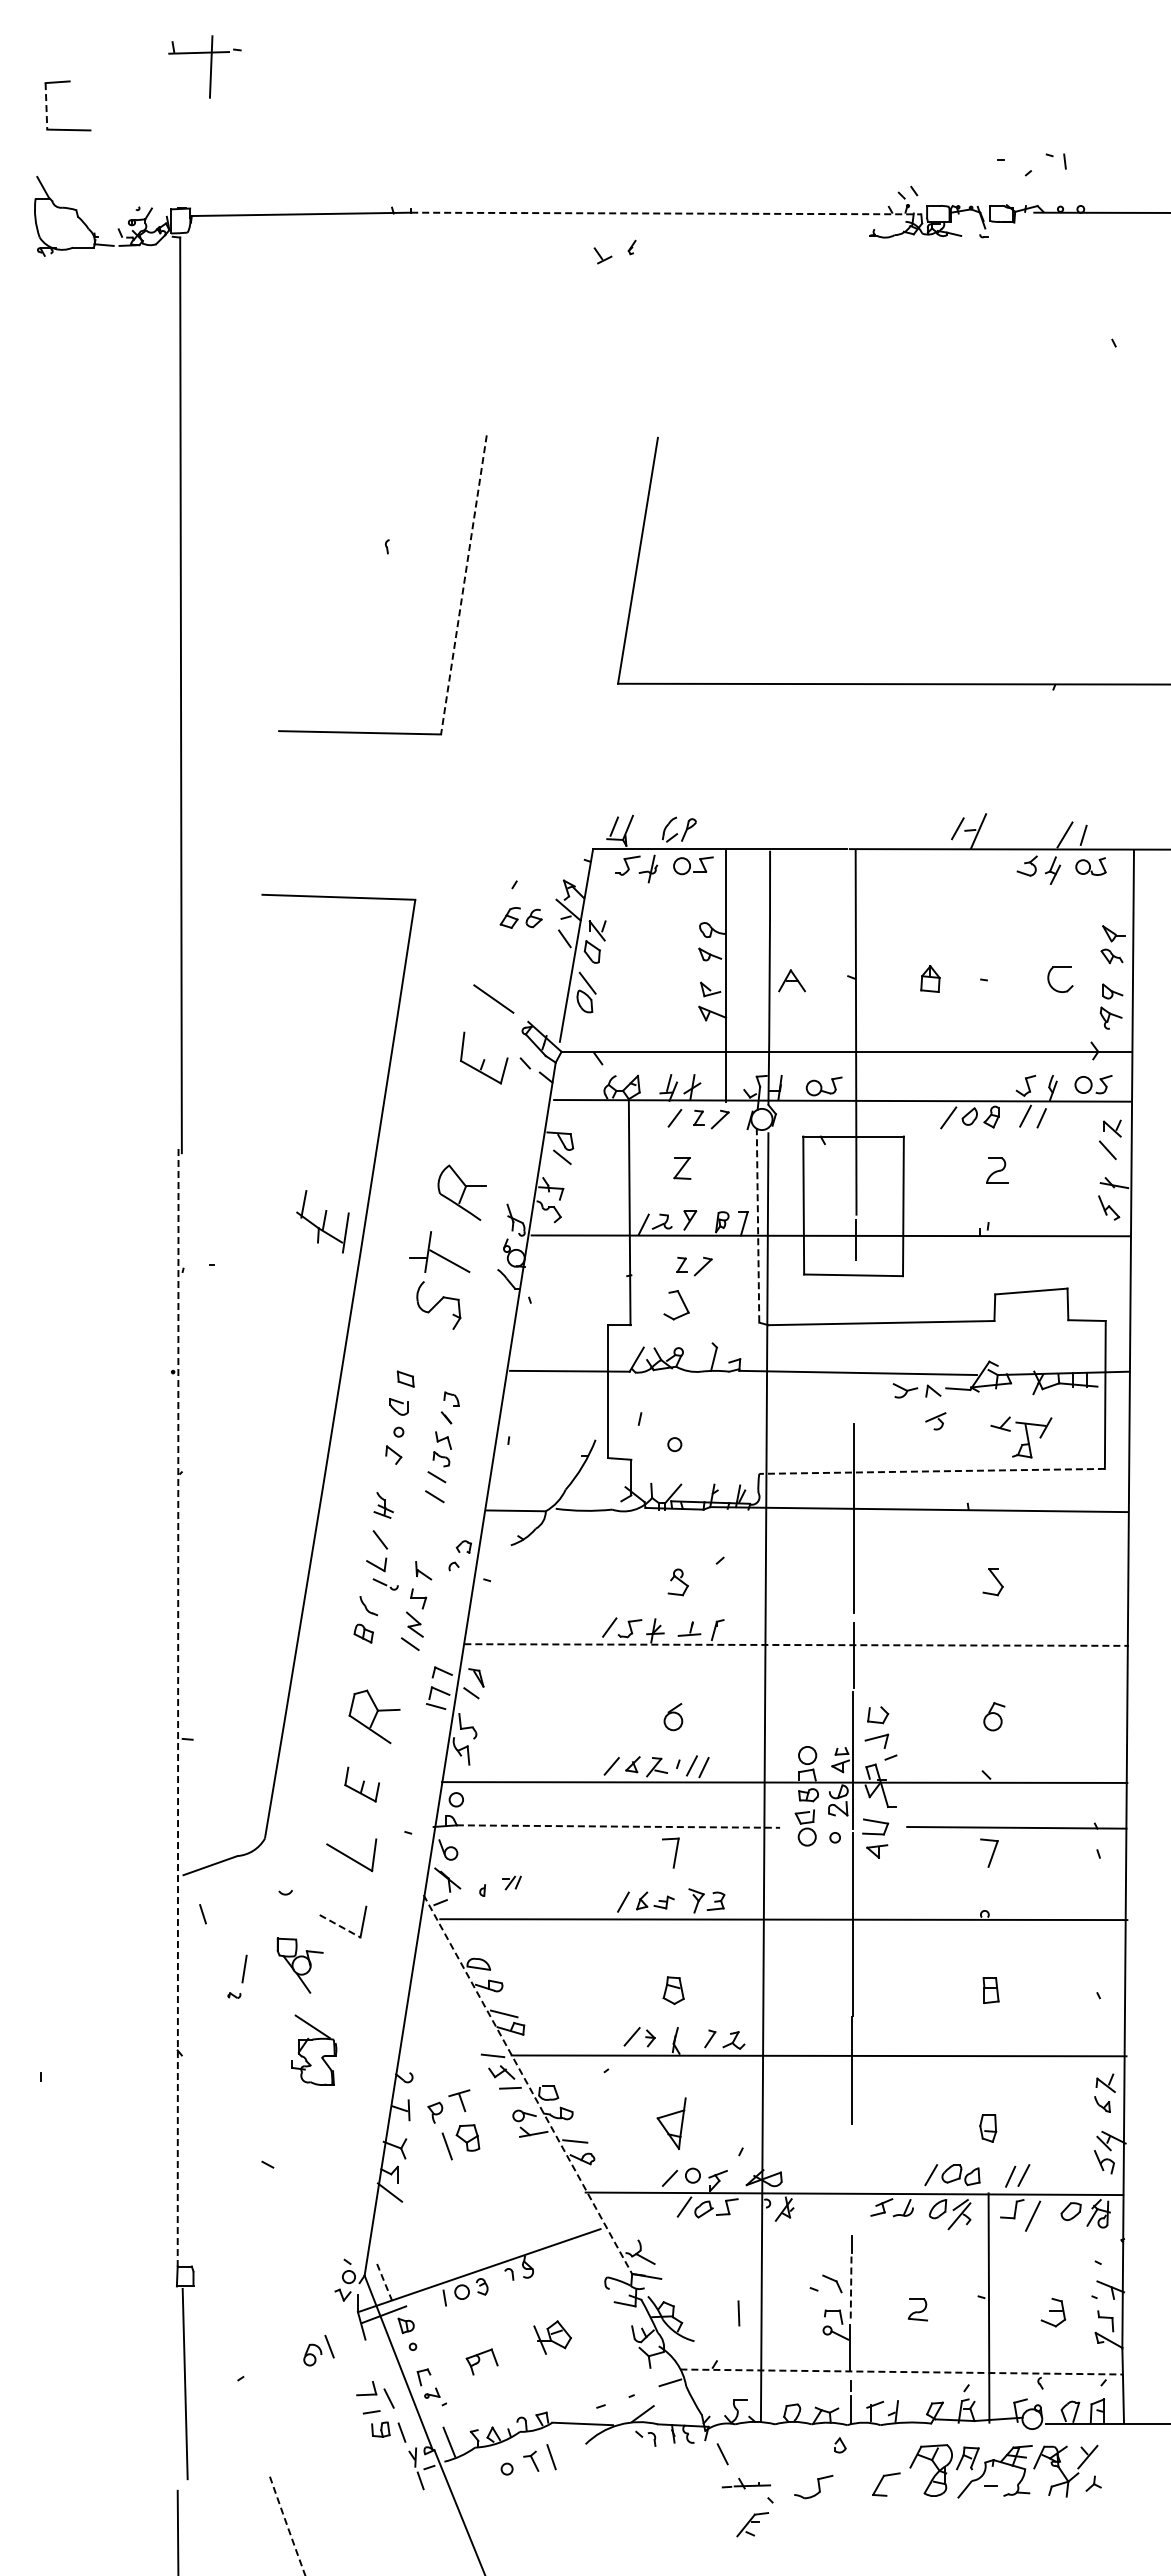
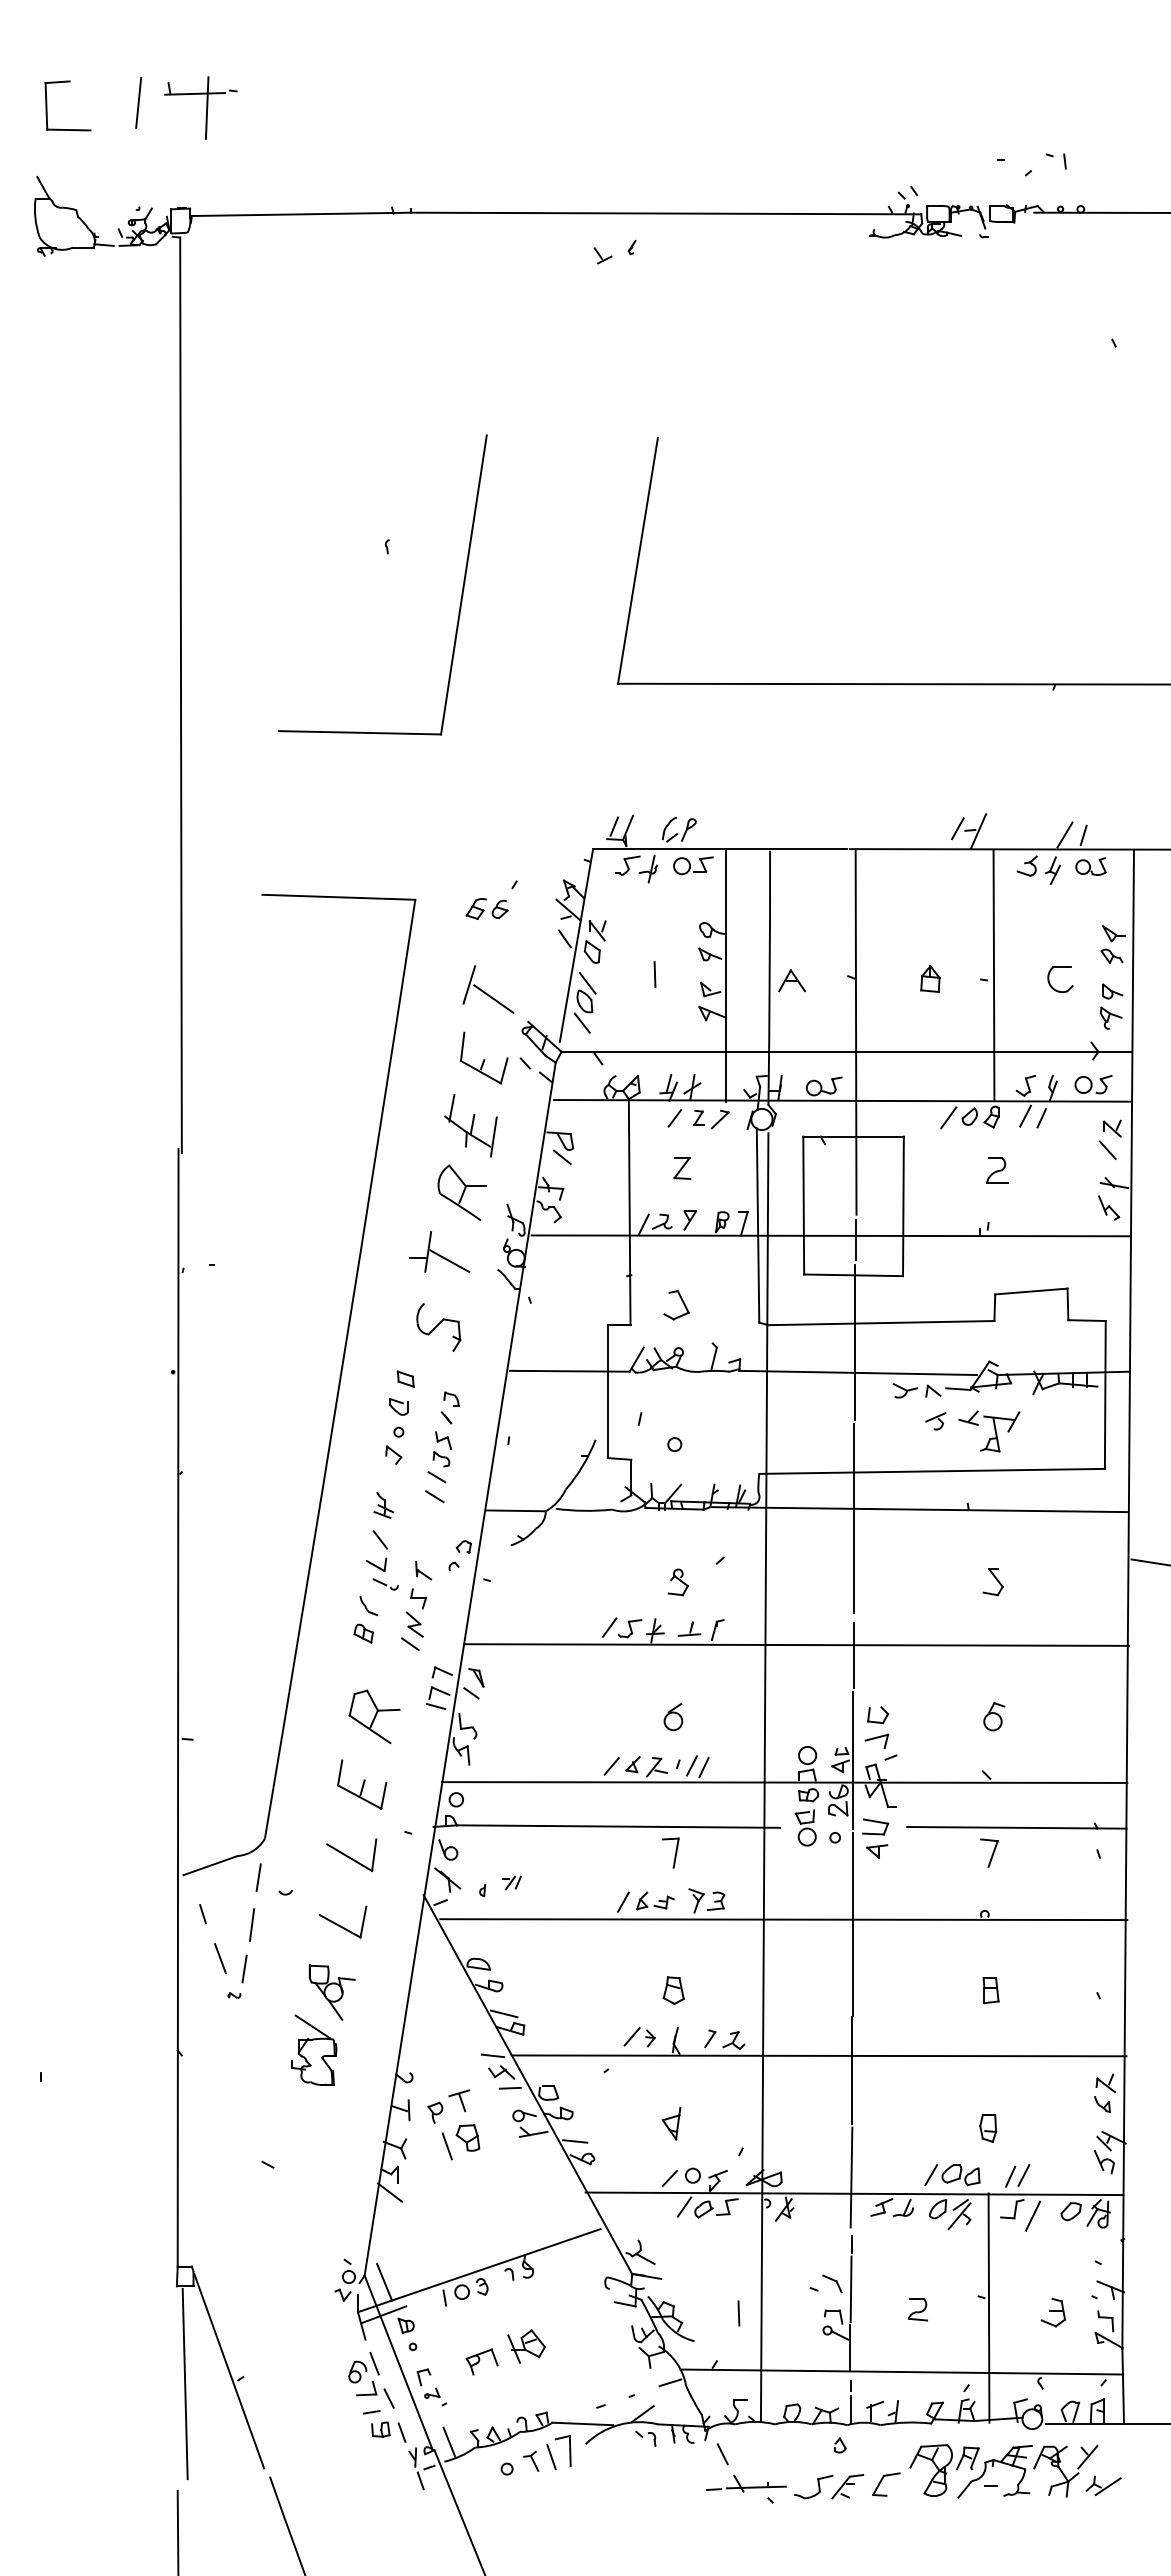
part at (204, 66) position: (204, 66) -> (200, 107)
line at (138, 102): none -> present
line at (46, 106): dashed -> solid
line at (666, 213): dashed -> solid
line at (463, 585): dashed -> solid
part at (520, 917) position: (520, 917) -> (486, 908)
line at (654, 974): none -> present
line at (993, 974): none -> present
line at (469, 984): none -> present
line at (581, 1022): none -> present
part at (322, 1221) position: (322, 1221) -> (470, 1125)
line at (758, 1225): dashed -> solid
part at (694, 1266): present -> none
part at (438, 1305) position: (438, 1305) -> (438, 1327)
line at (854, 1342): none -> present
part at (1021, 1437) position: (1021, 1437) -> (989, 1431)
line at (932, 1471): dashed -> solid
line at (1149, 1562): none -> present
line at (797, 1645): dashed -> solid
line at (178, 1708): dashed -> solid
part at (361, 1784) size: 36x37 px -> 51x51 px
line at (618, 1826): dashed -> solid
line at (258, 1877): none -> present
line at (251, 1924): none -> present
line at (340, 1926): dashed -> solid
line at (220, 1958): none -> present
part at (299, 1965) position: (299, 1965) -> (331, 1992)
line at (528, 2084): dashed -> solid
part at (671, 2123) size: 31x53 px -> 21x35 px
line at (851, 2177): none -> present
line at (384, 2282): dashed -> solid
line at (851, 2289): dashed -> solid
part at (552, 2337) position: (552, 2337) -> (526, 2346)
part at (318, 2350) position: (318, 2350) -> (363, 2367)
line at (229, 2370): none -> present
line at (902, 2372): dashed -> solid
part at (569, 2450): none -> present
part at (745, 2483) size: 50x13 px -> 81x19 px
line at (1107, 2486): none -> present
part at (752, 2524) position: (752, 2524) -> (847, 2486)
arc at (287, 2526): dashed -> solid
